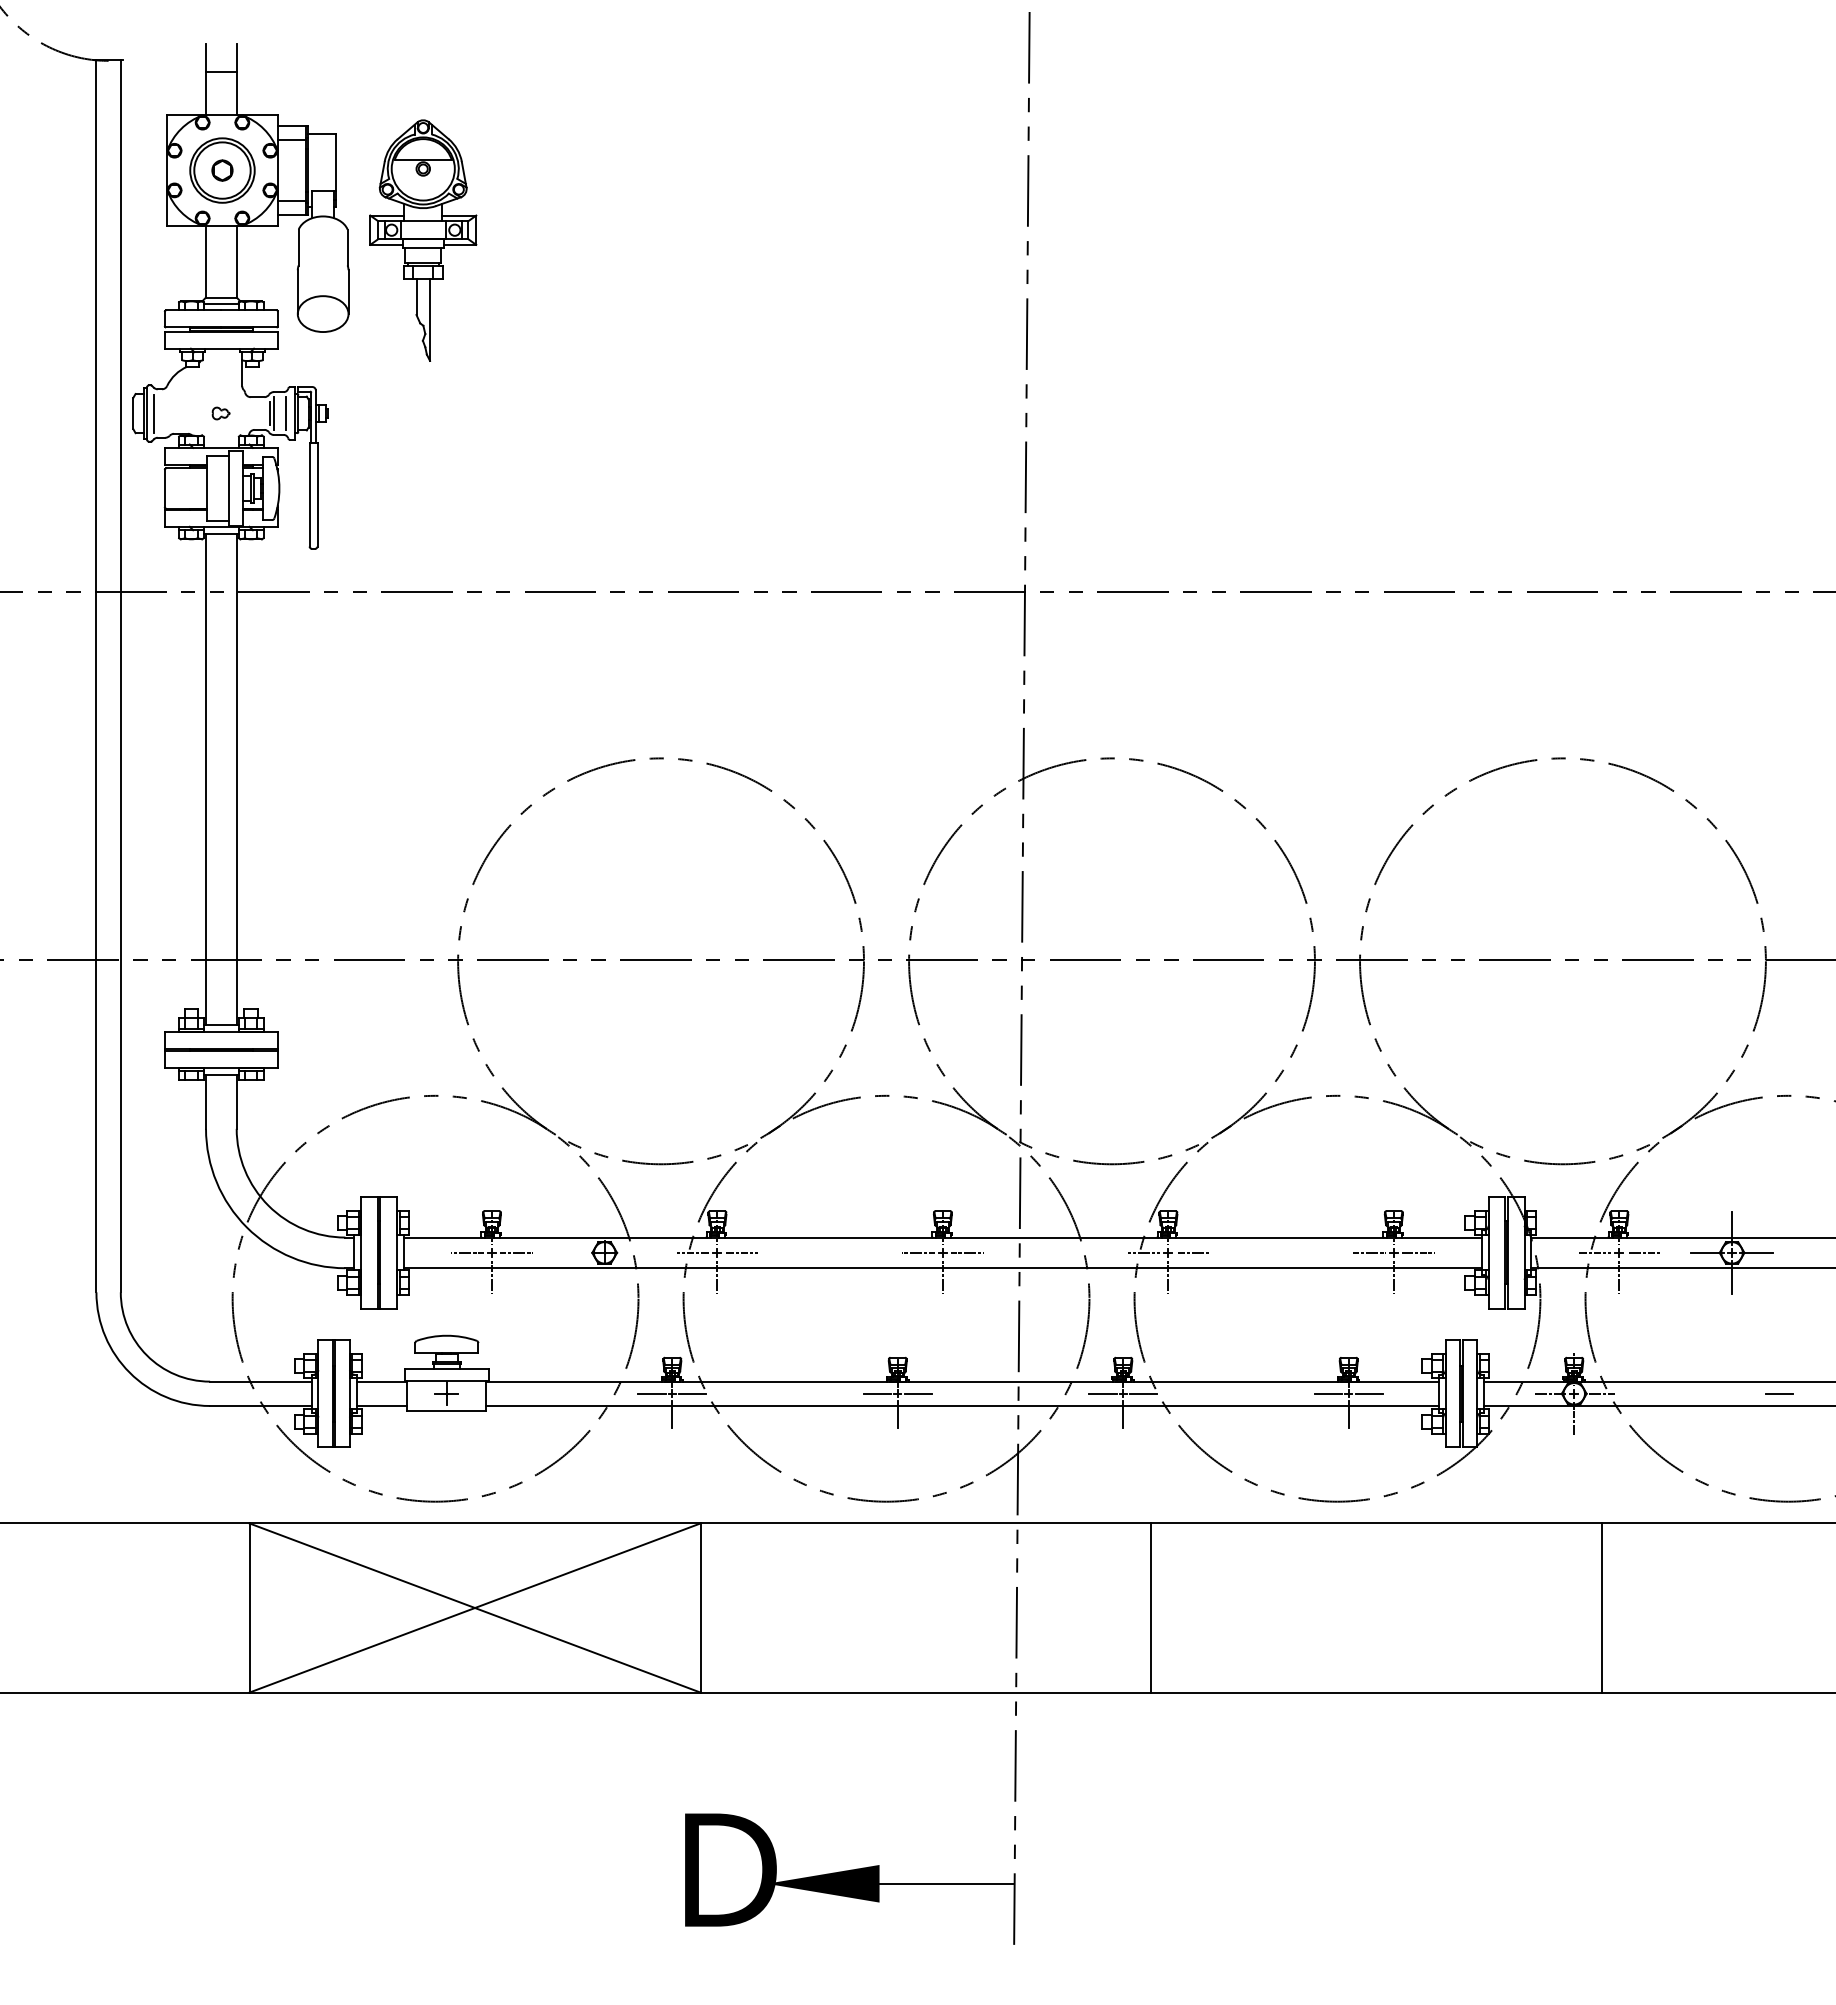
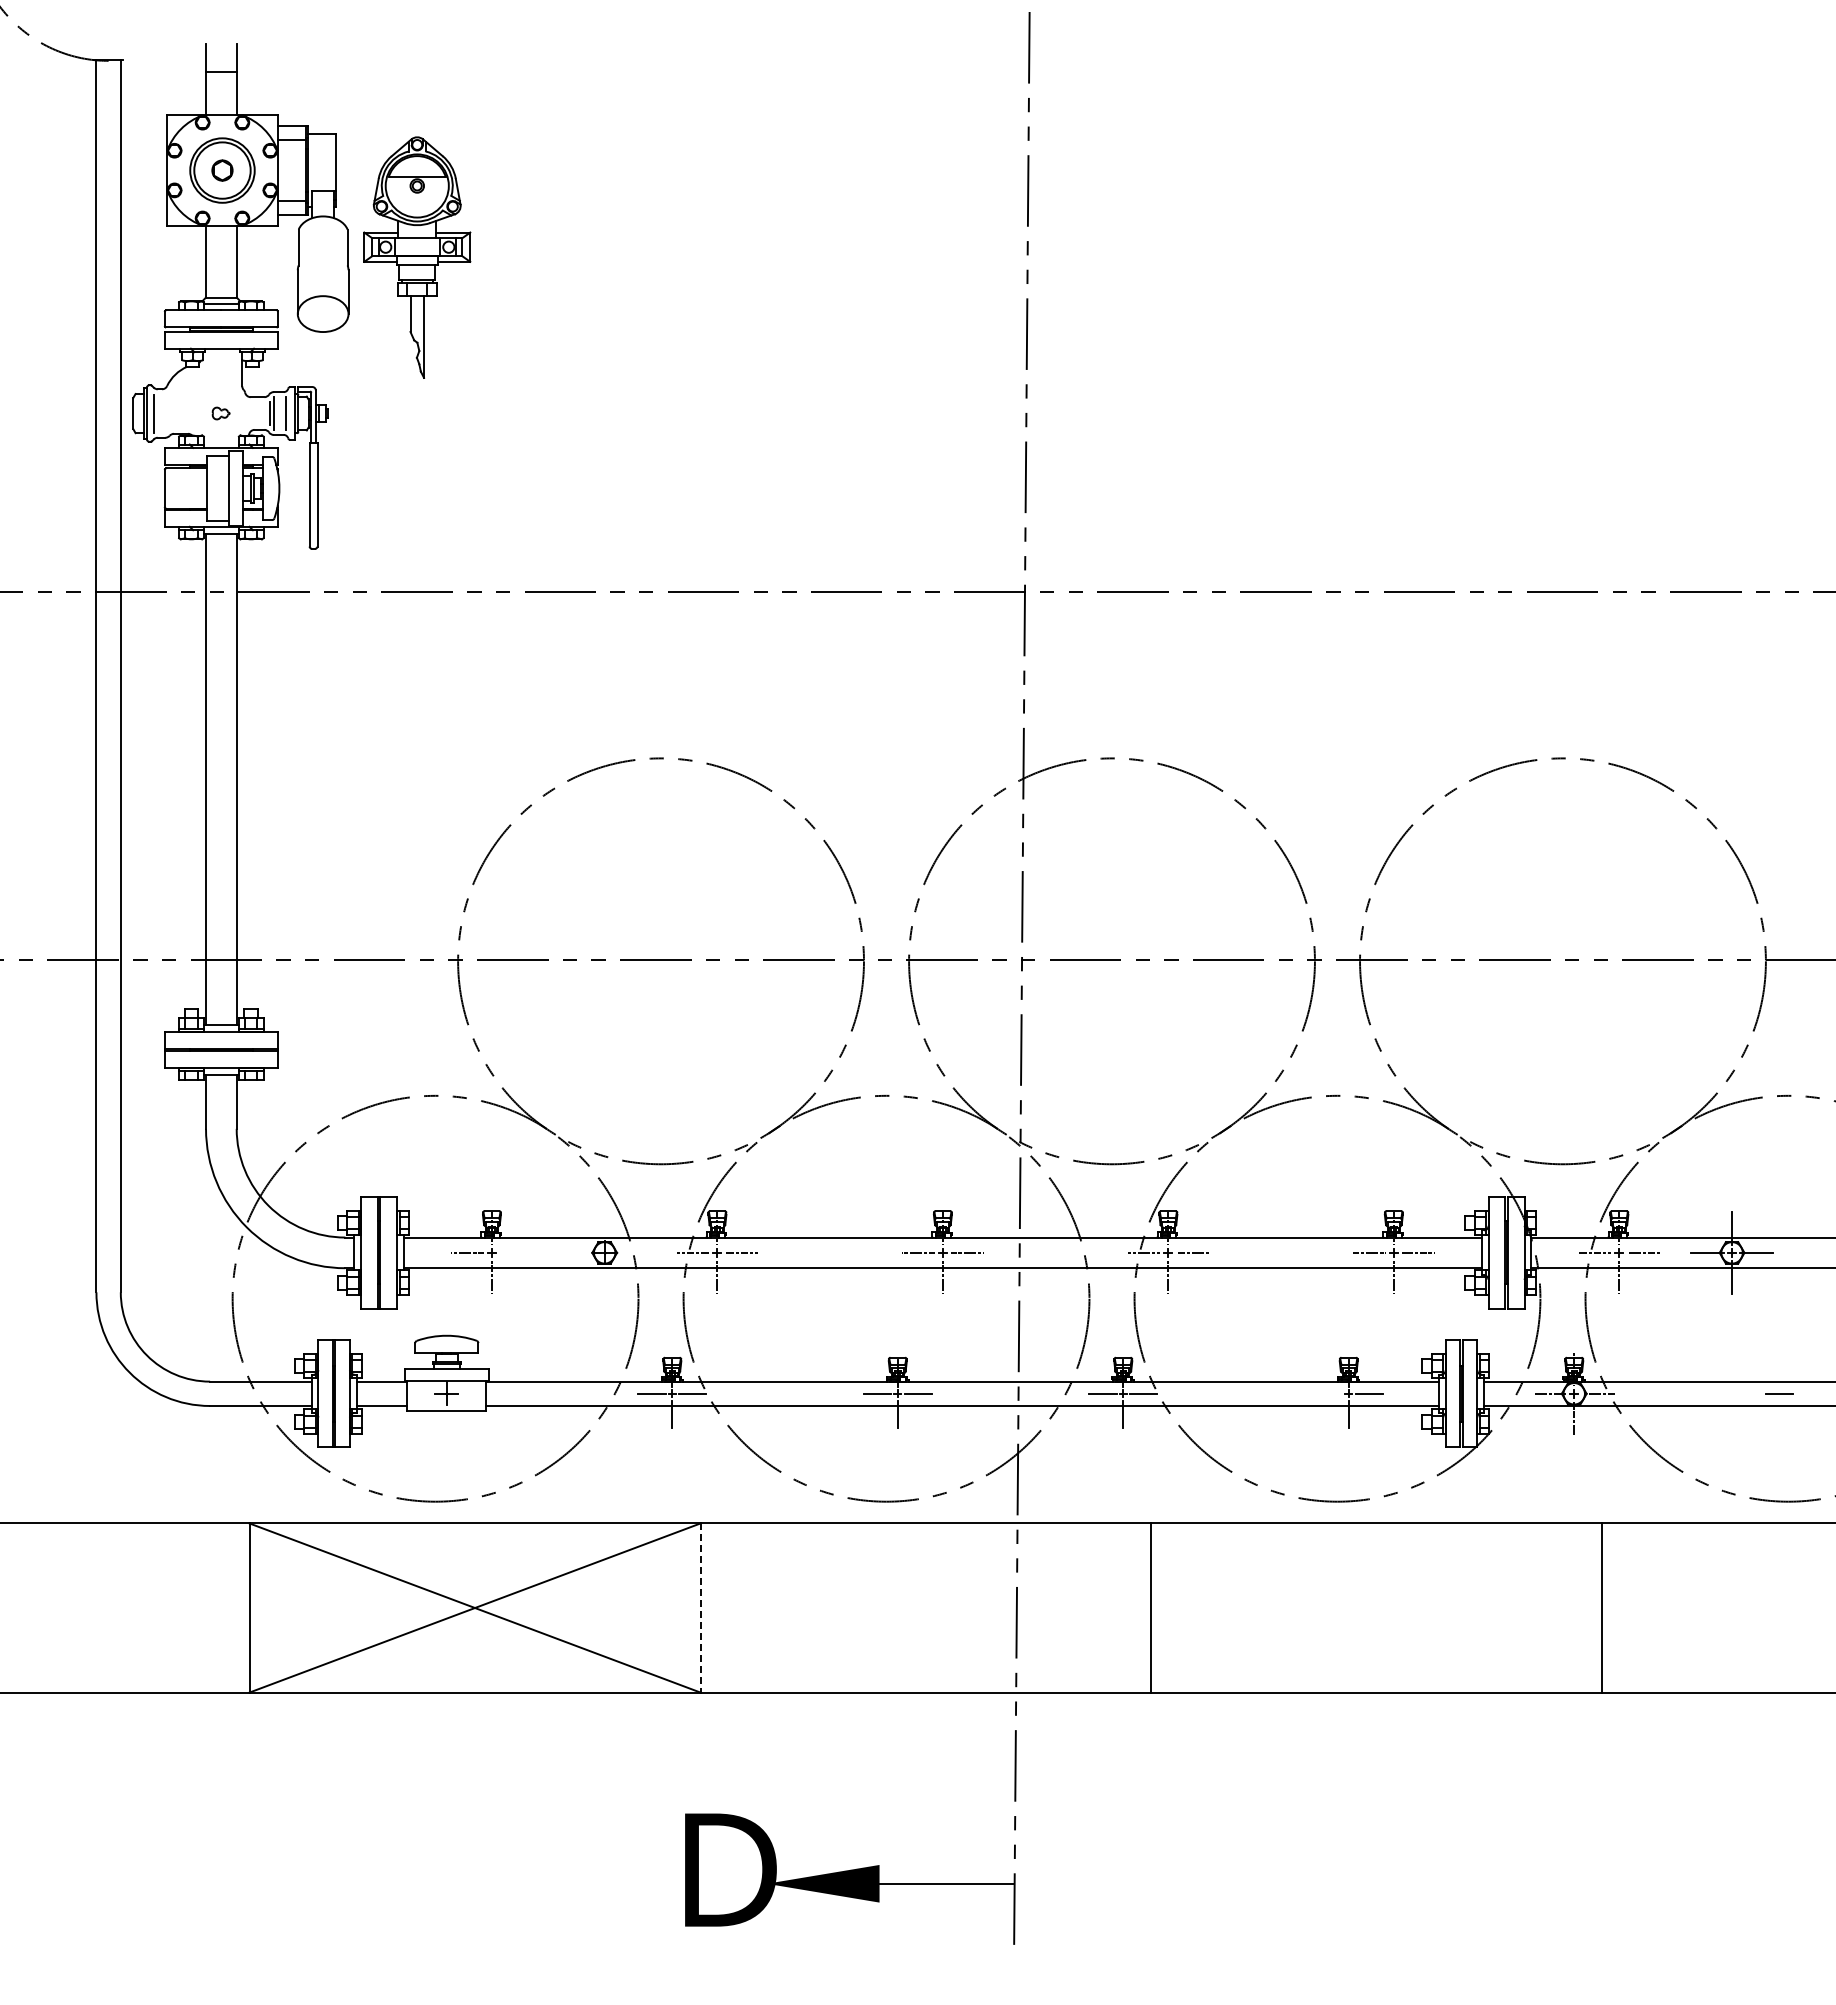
part at (423, 240) position: (423, 240) -> (417, 257)
line at (516, 1252): present -> none
line at (1328, 1393): present -> none
line at (700, 1608): solid -> dashed
